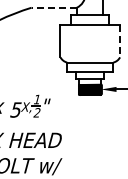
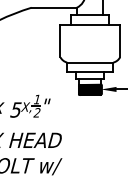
line at (54, 7): dashed -> solid
line at (120, 41): dashed -> solid
